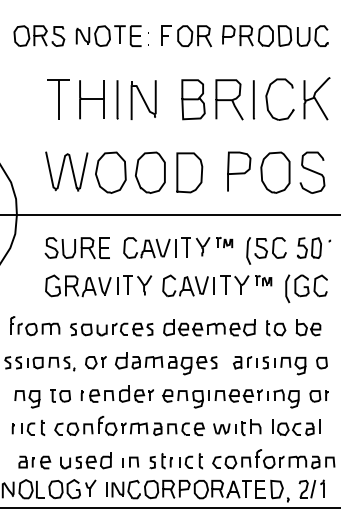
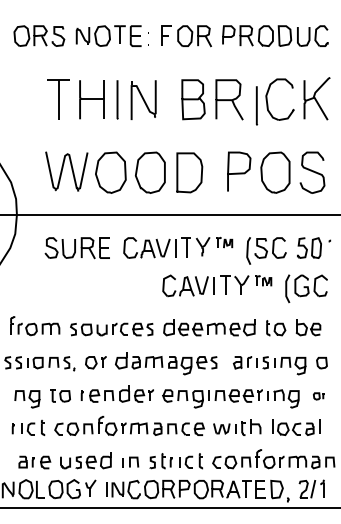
line at (253, 99) position: (253, 99) -> (256, 105)
part at (98, 285): present -> none
part at (318, 396) size: 20x13 px -> 12x9 px
